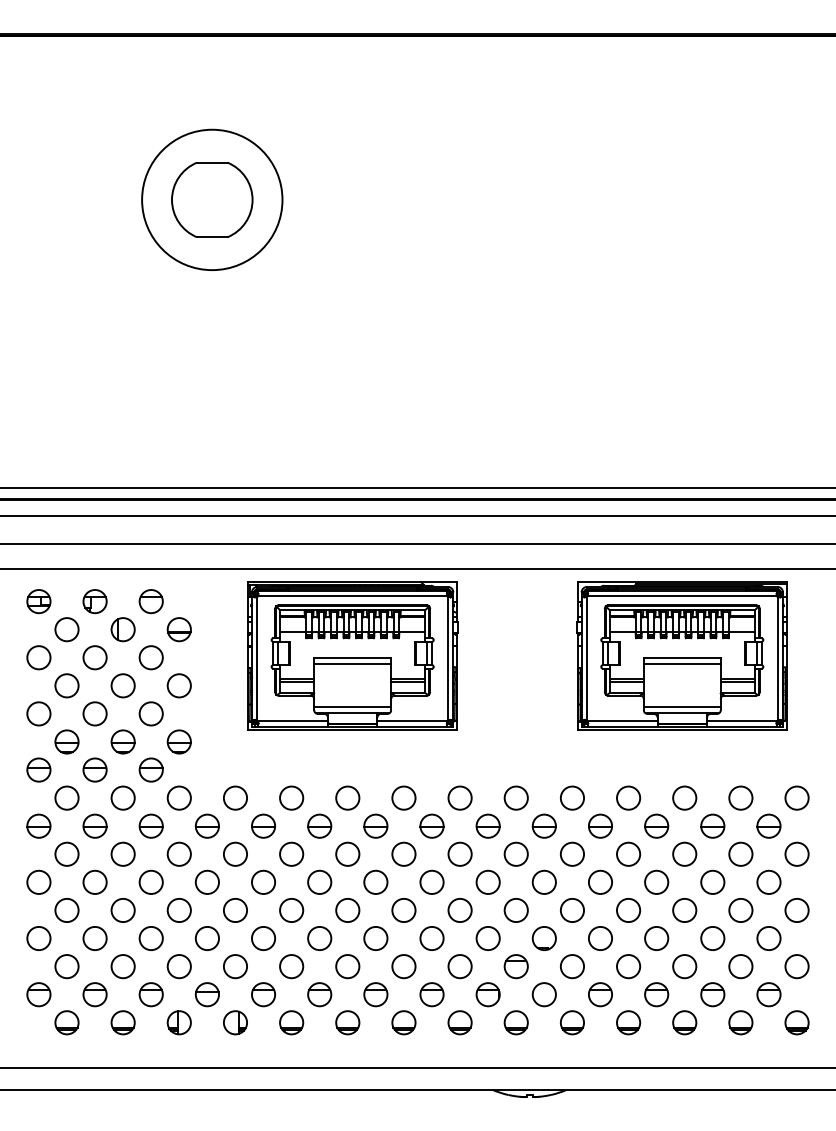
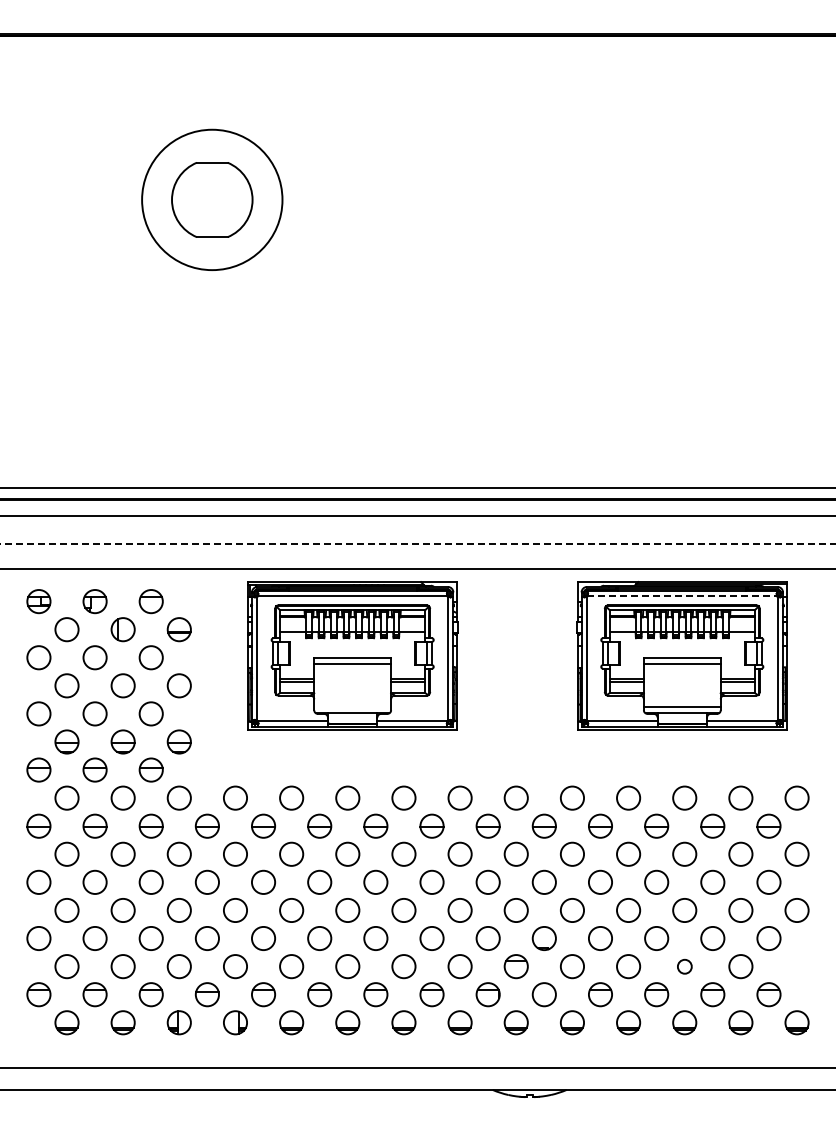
line at (418, 544): solid -> dashed
line at (682, 596): solid -> dashed
line at (352, 707): present -> none
circle at (684, 966) size: 26x26 px -> 16x17 px
circle at (796, 966): present -> none
